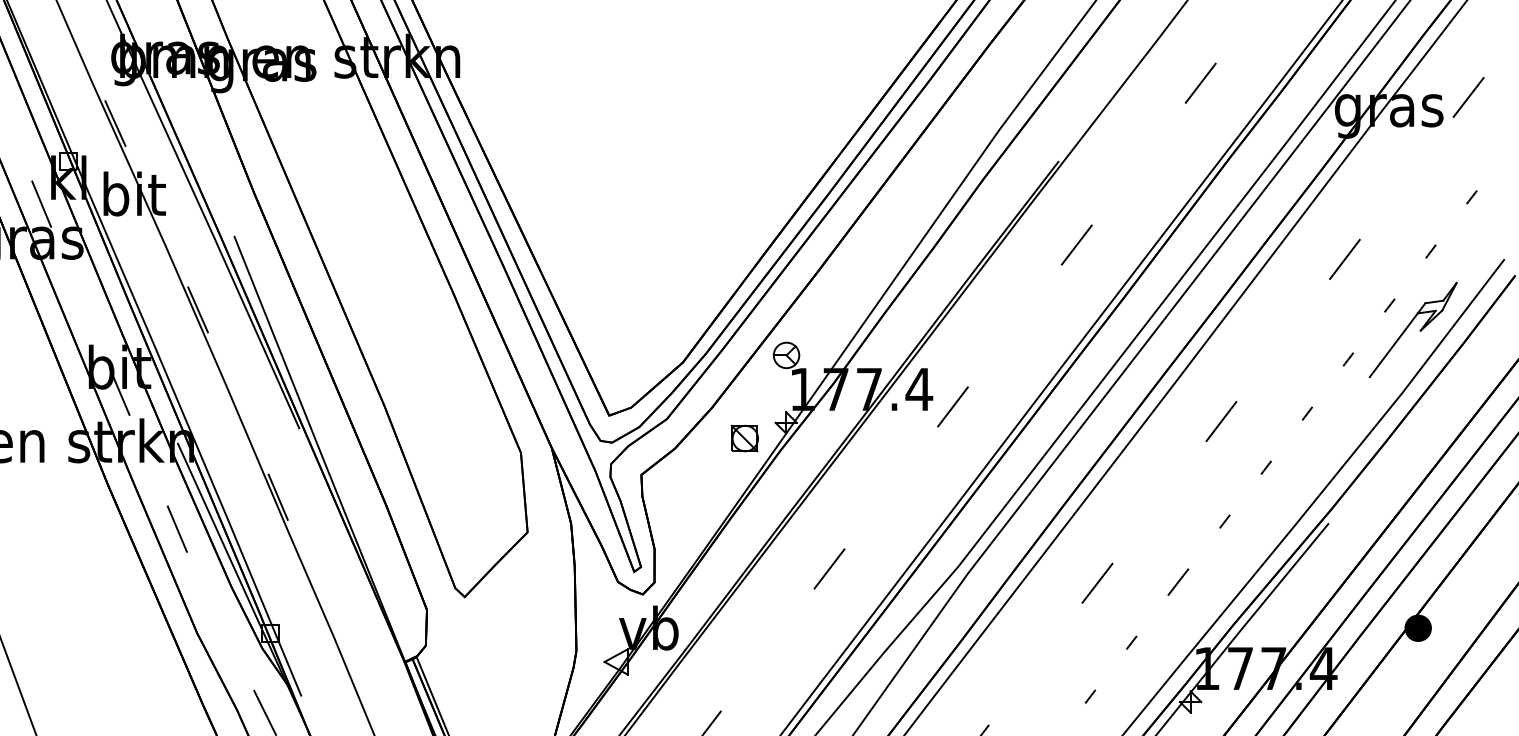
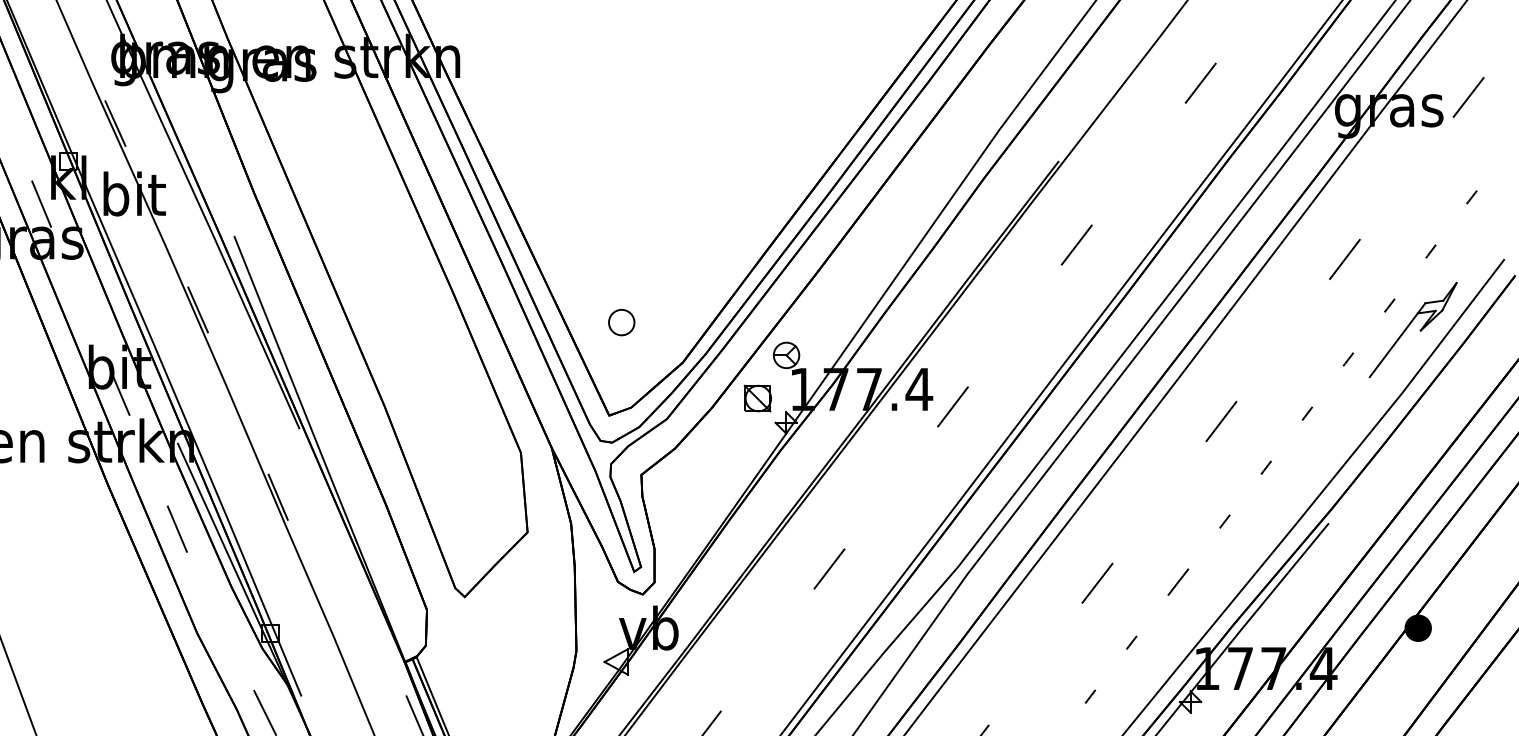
part at (621, 322): none -> present
part at (744, 438) position: (744, 438) -> (757, 398)
line at (414, 713): none -> present
